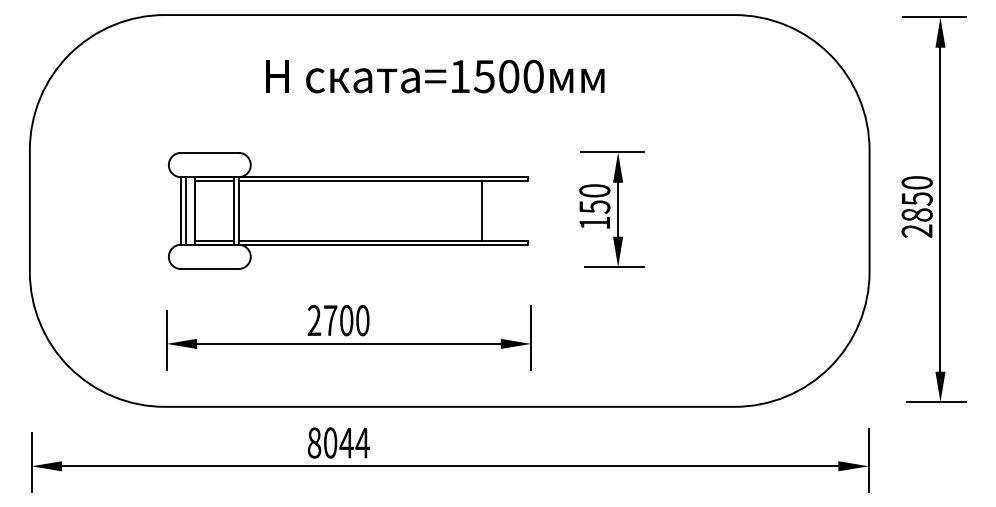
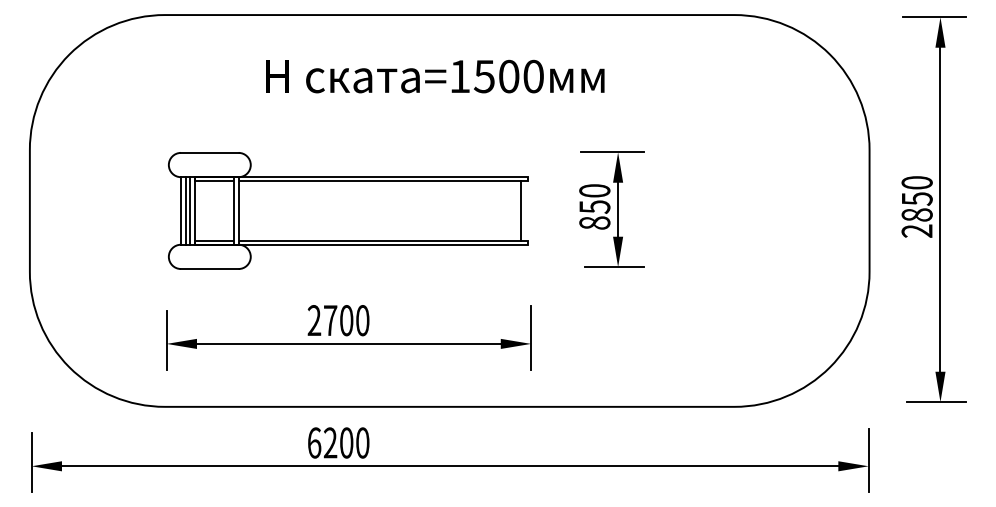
line at (190, 210): none -> present
line at (481, 210) position: (481, 210) -> (520, 210)
text at (594, 222): 150 -> 850
text at (338, 442): 8044 -> 6200
